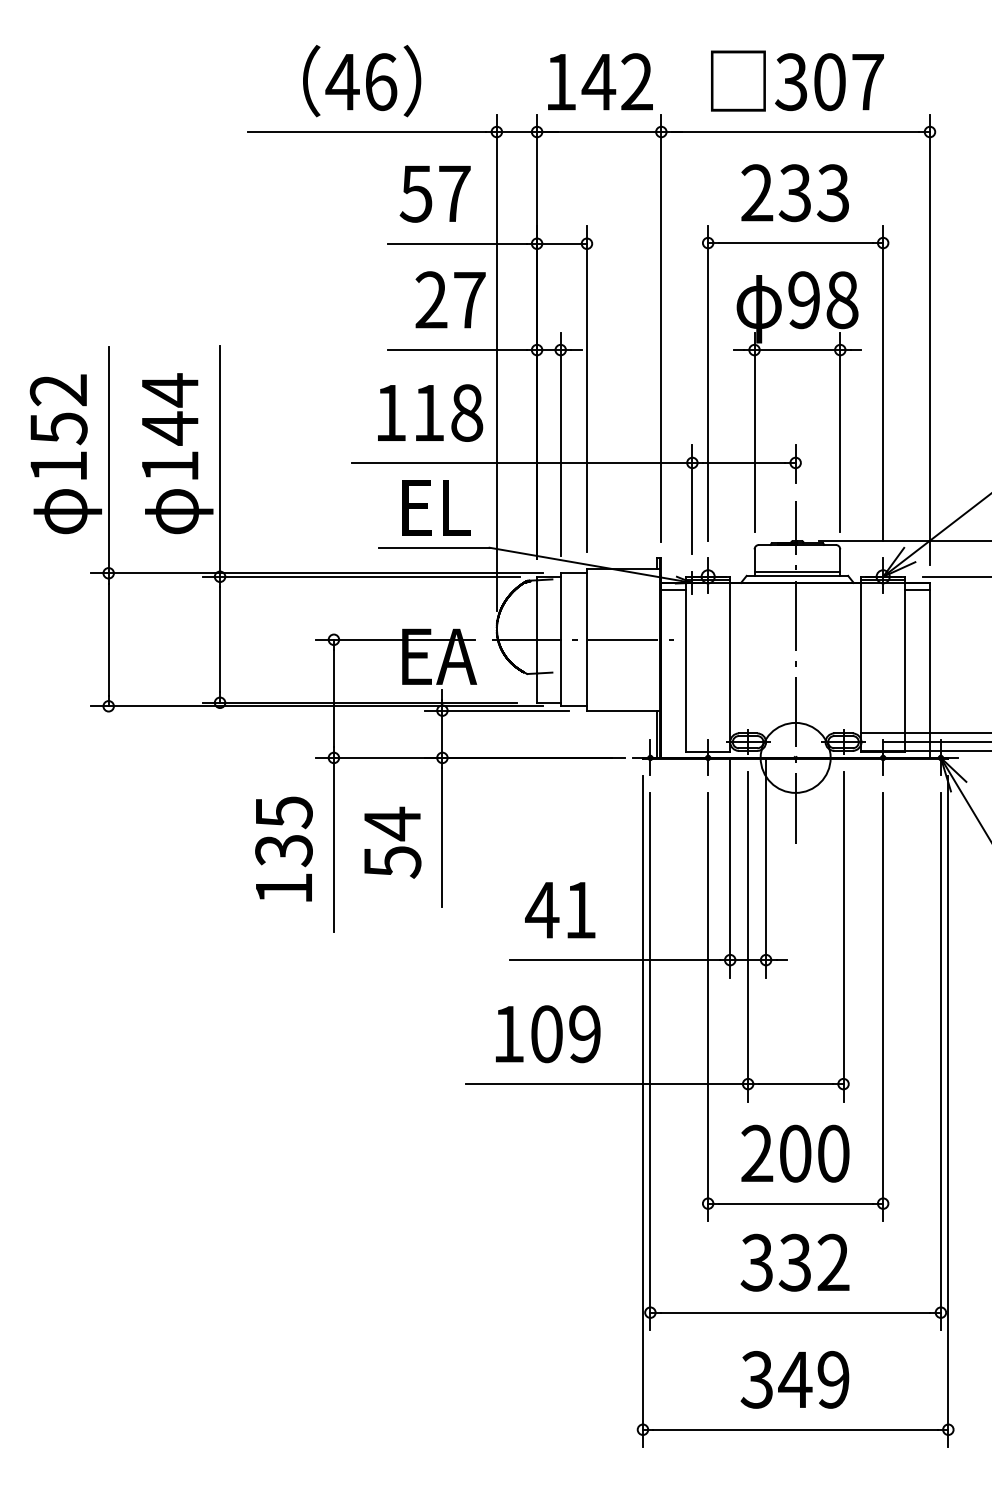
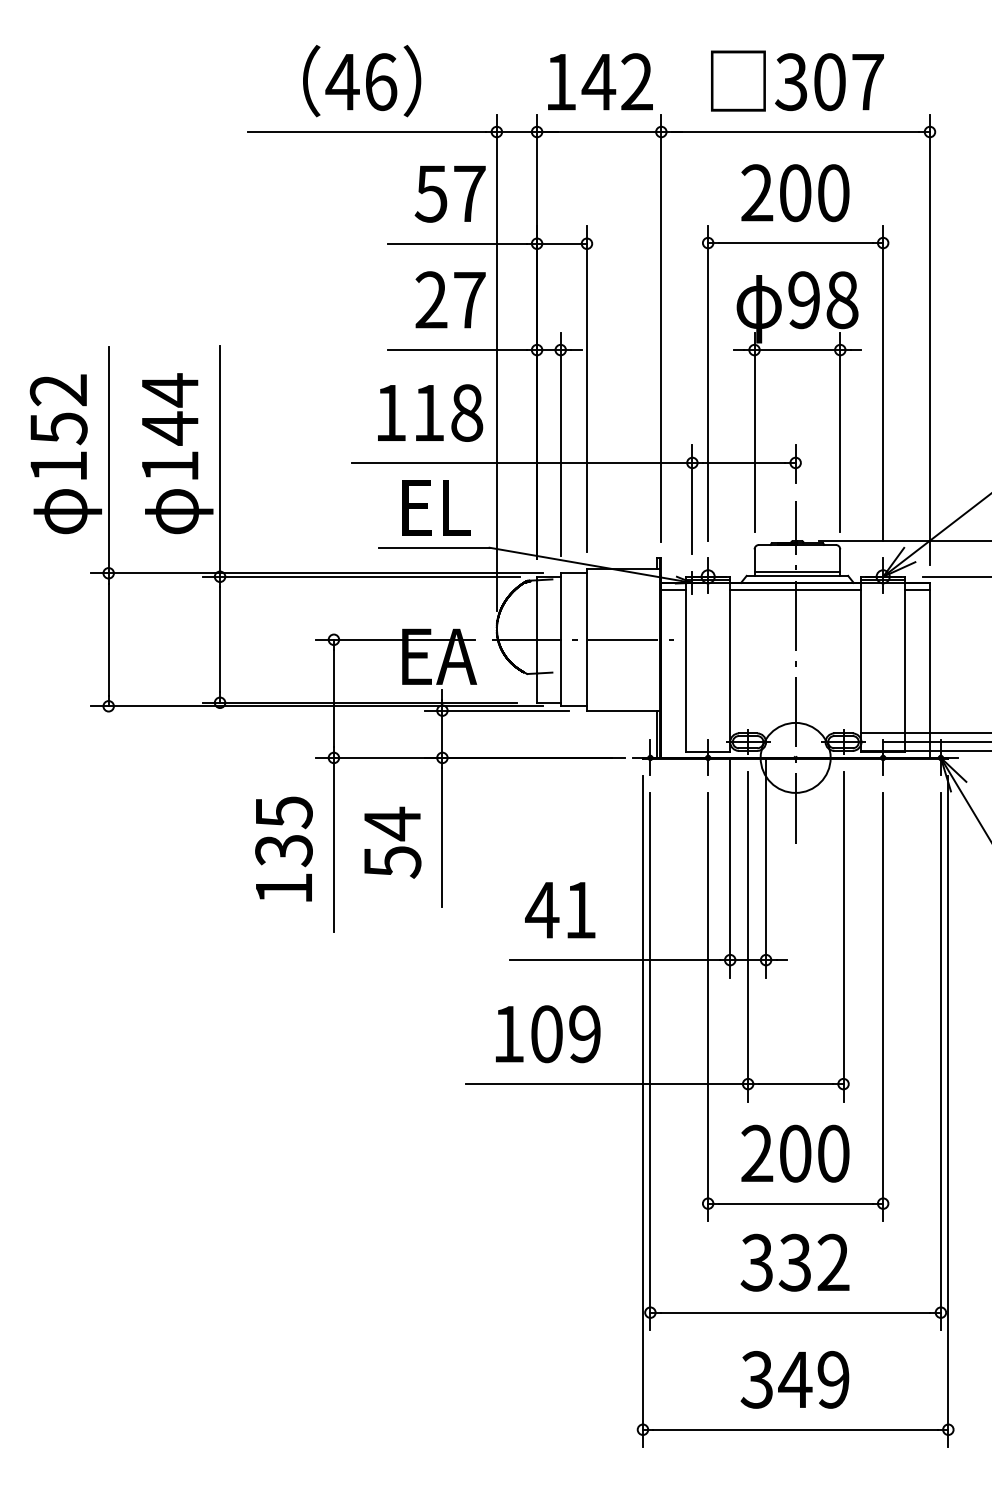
text at (813, 193): 233 -> 200
text at (434, 194) position: (434, 194) -> (449, 194)
line at (795, 589): none -> present
